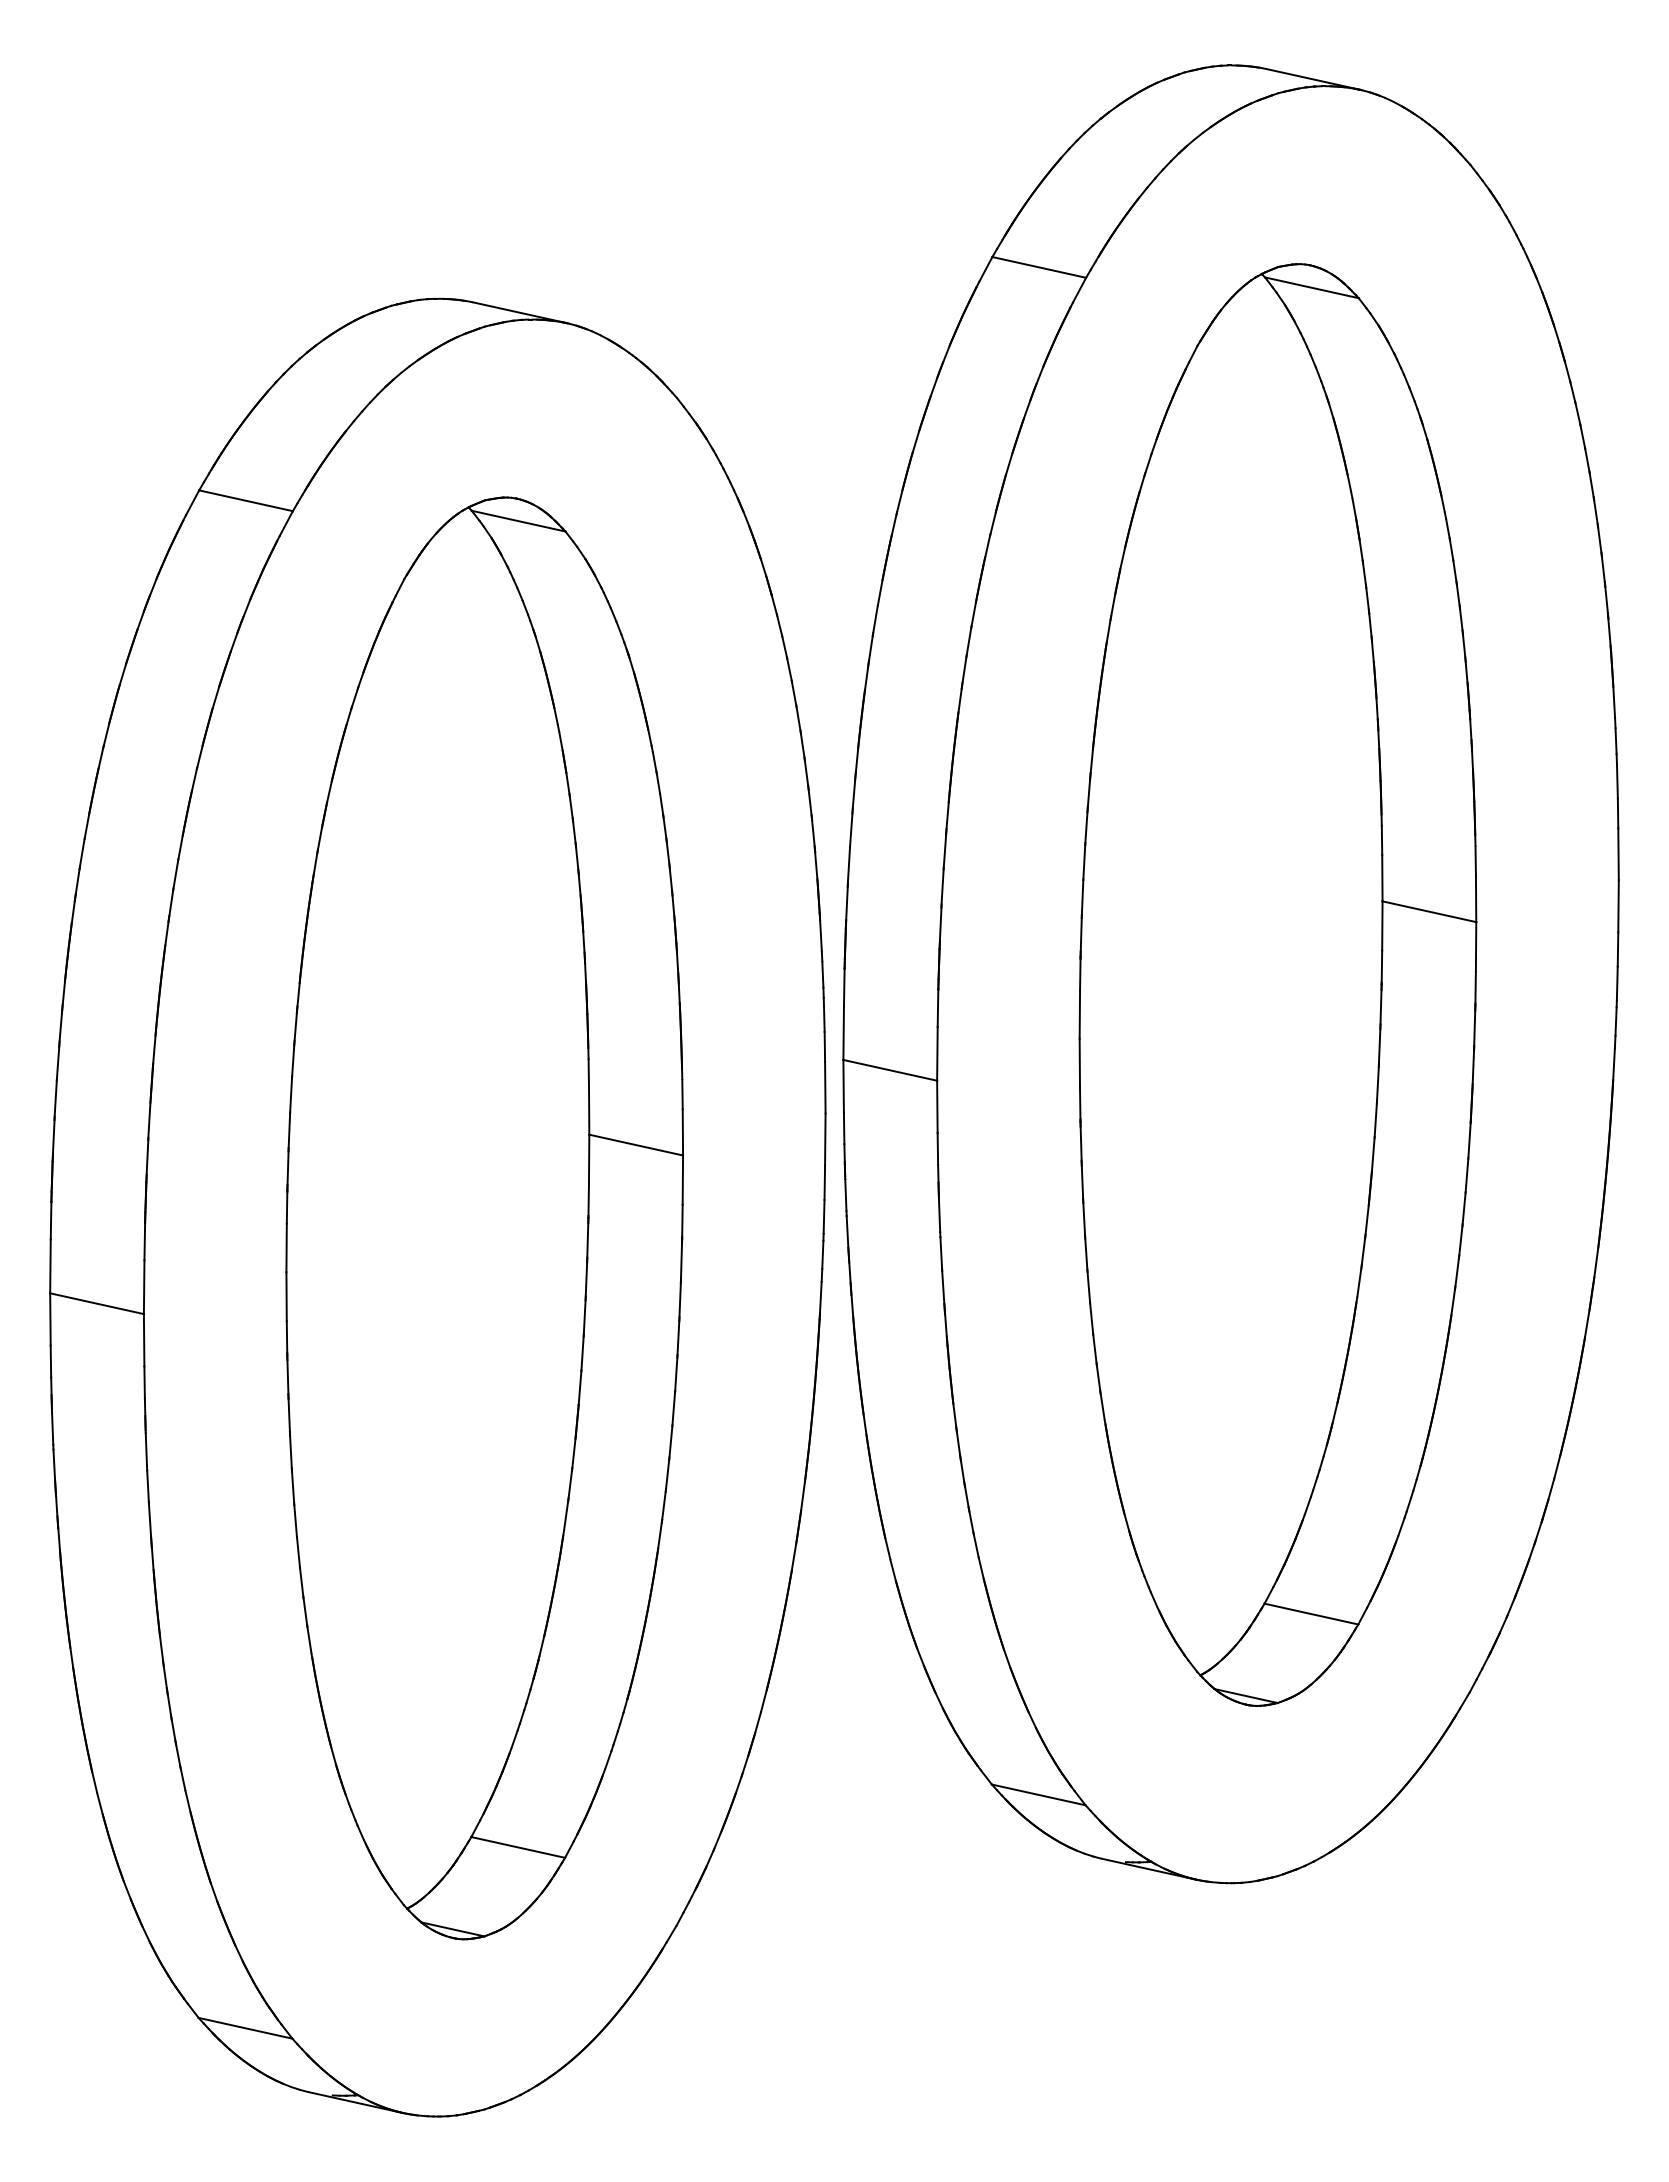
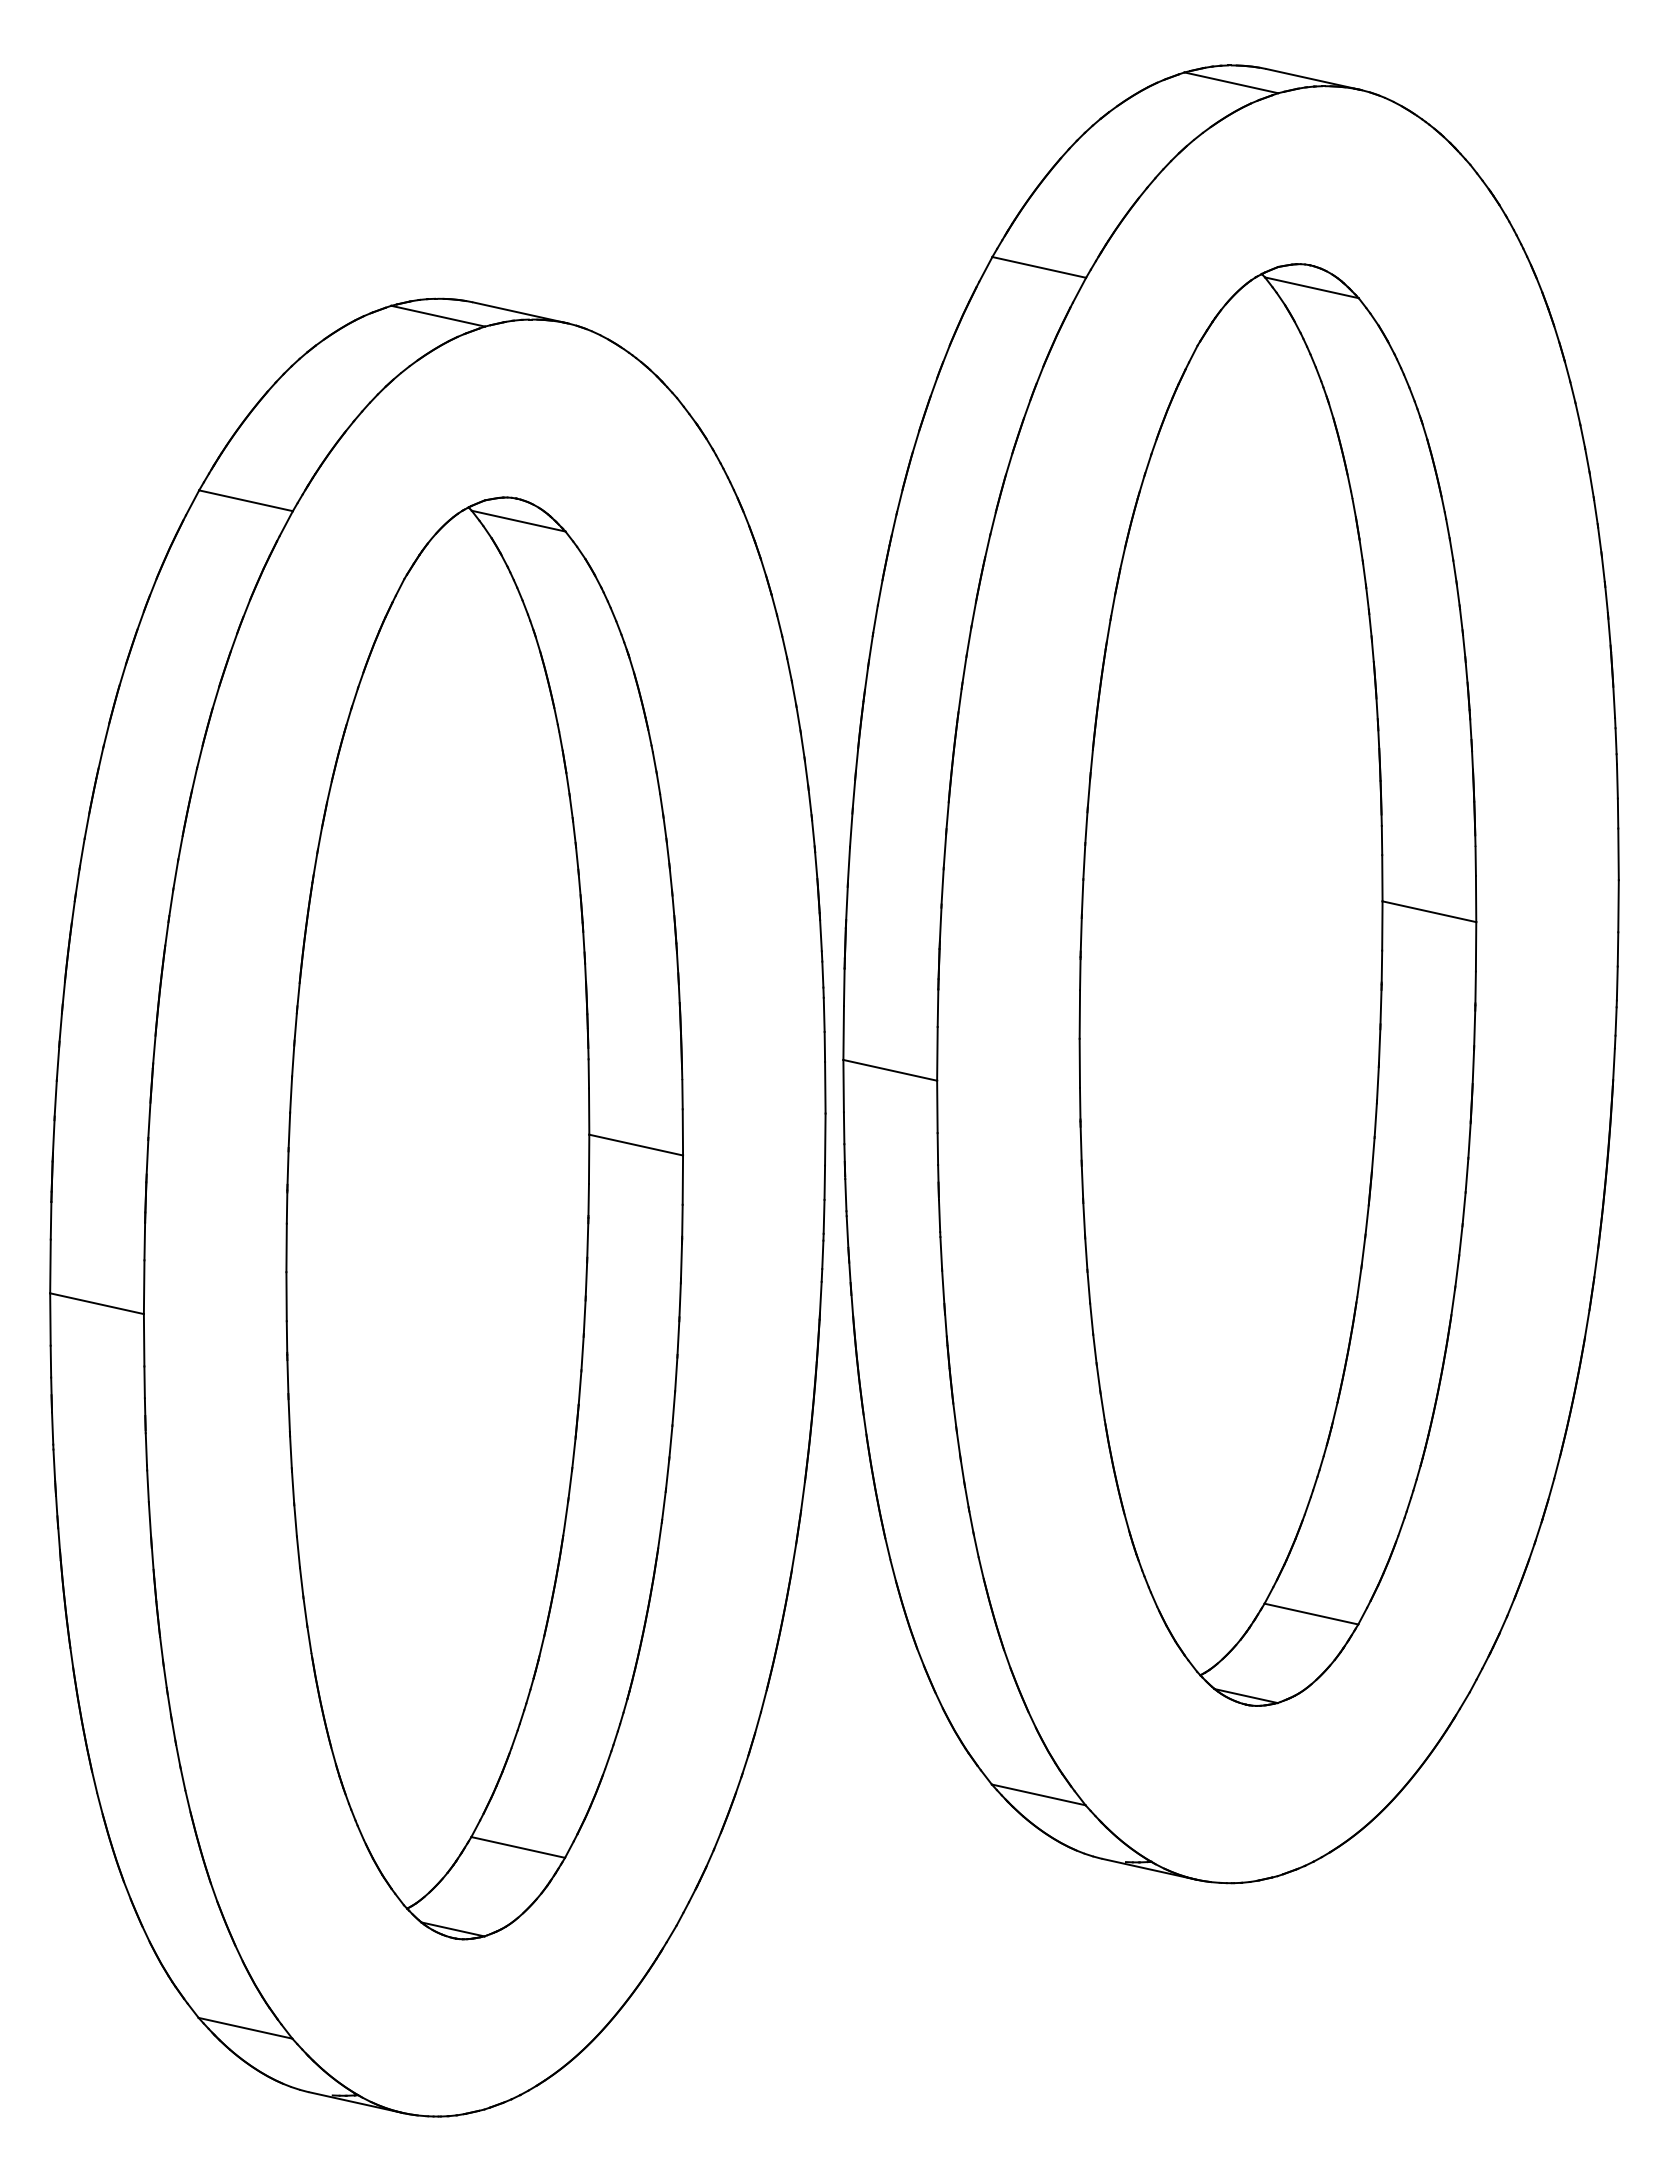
line at (1231, 82): none -> present
line at (438, 315): none -> present
